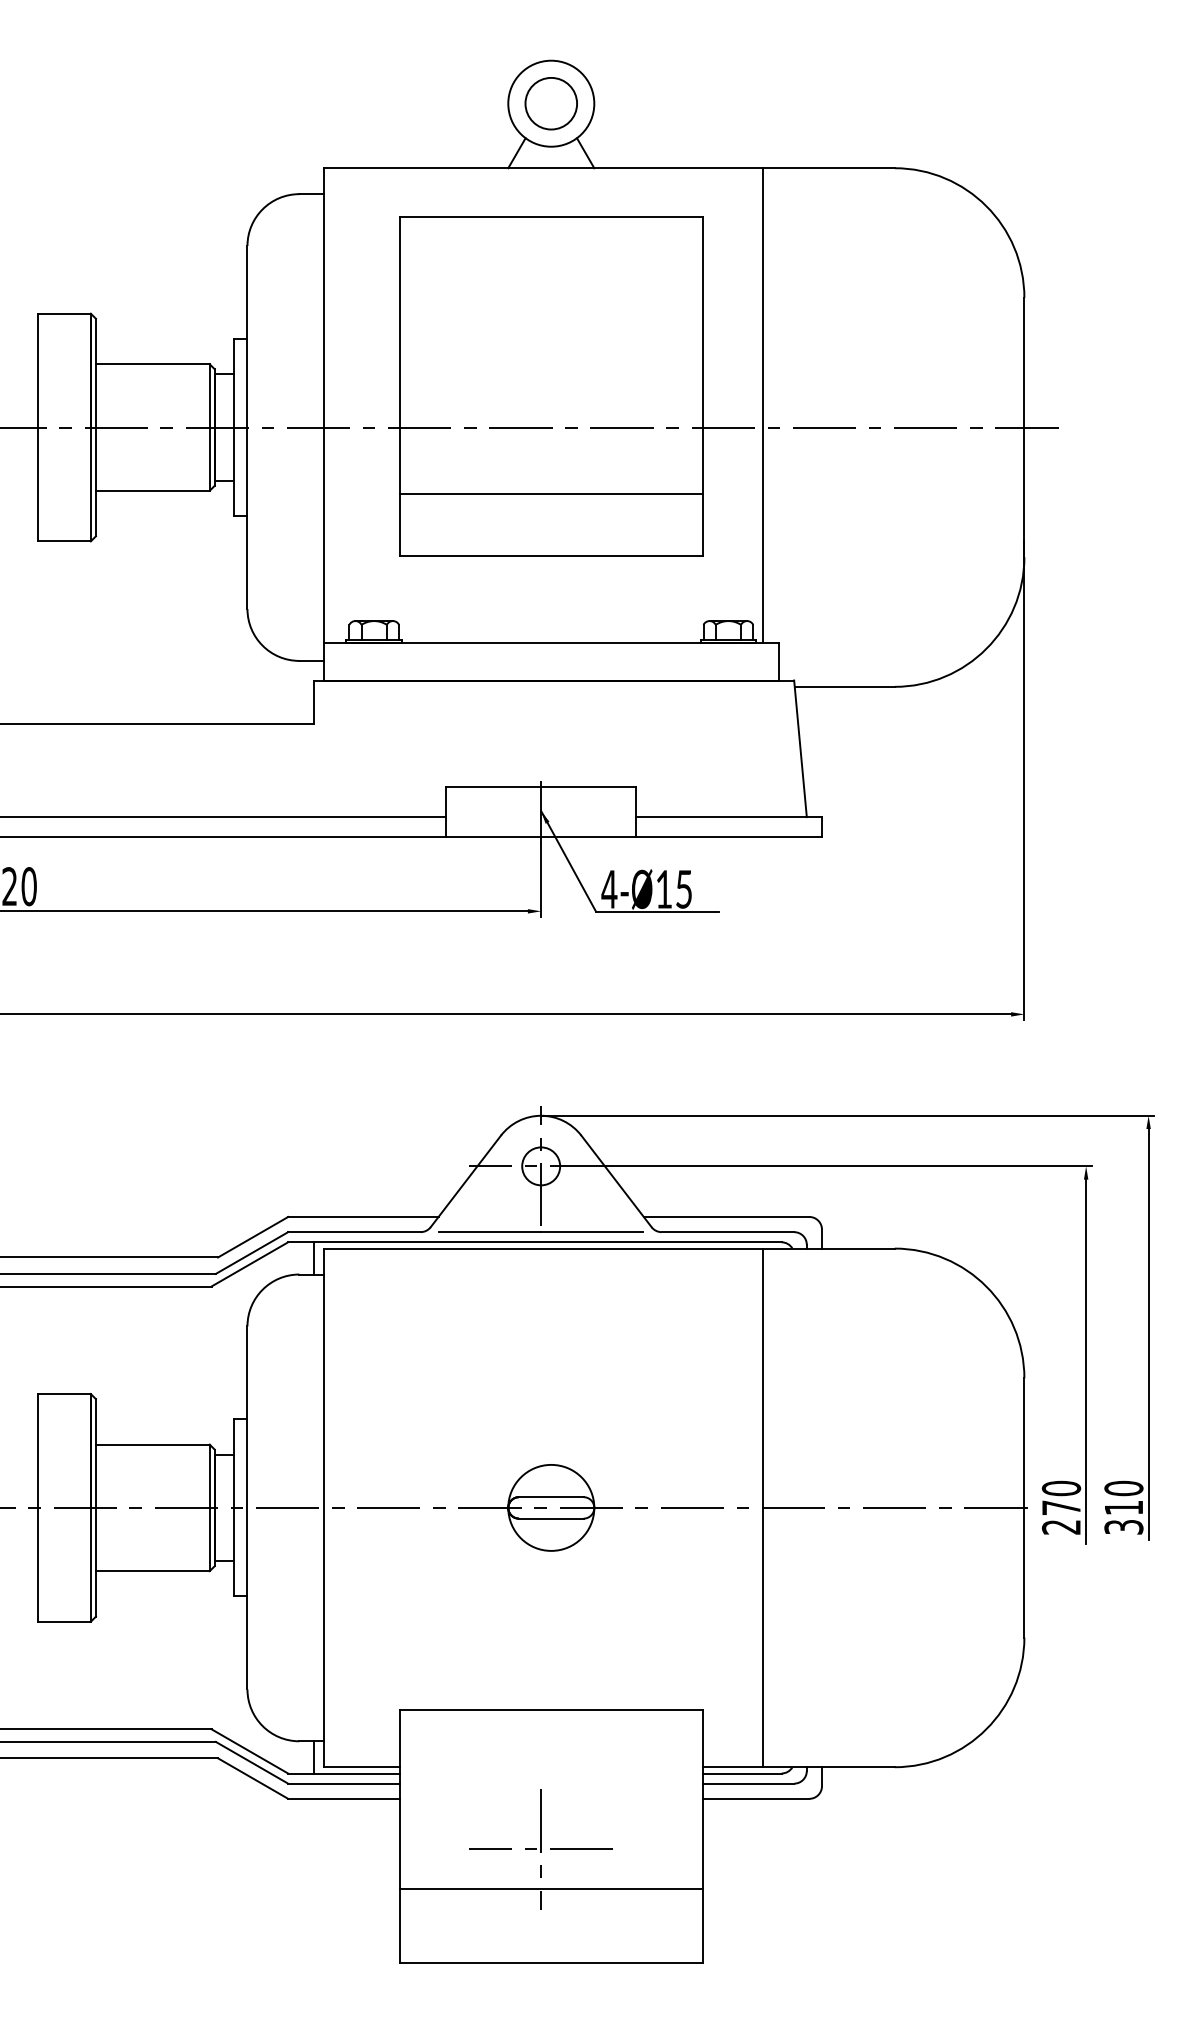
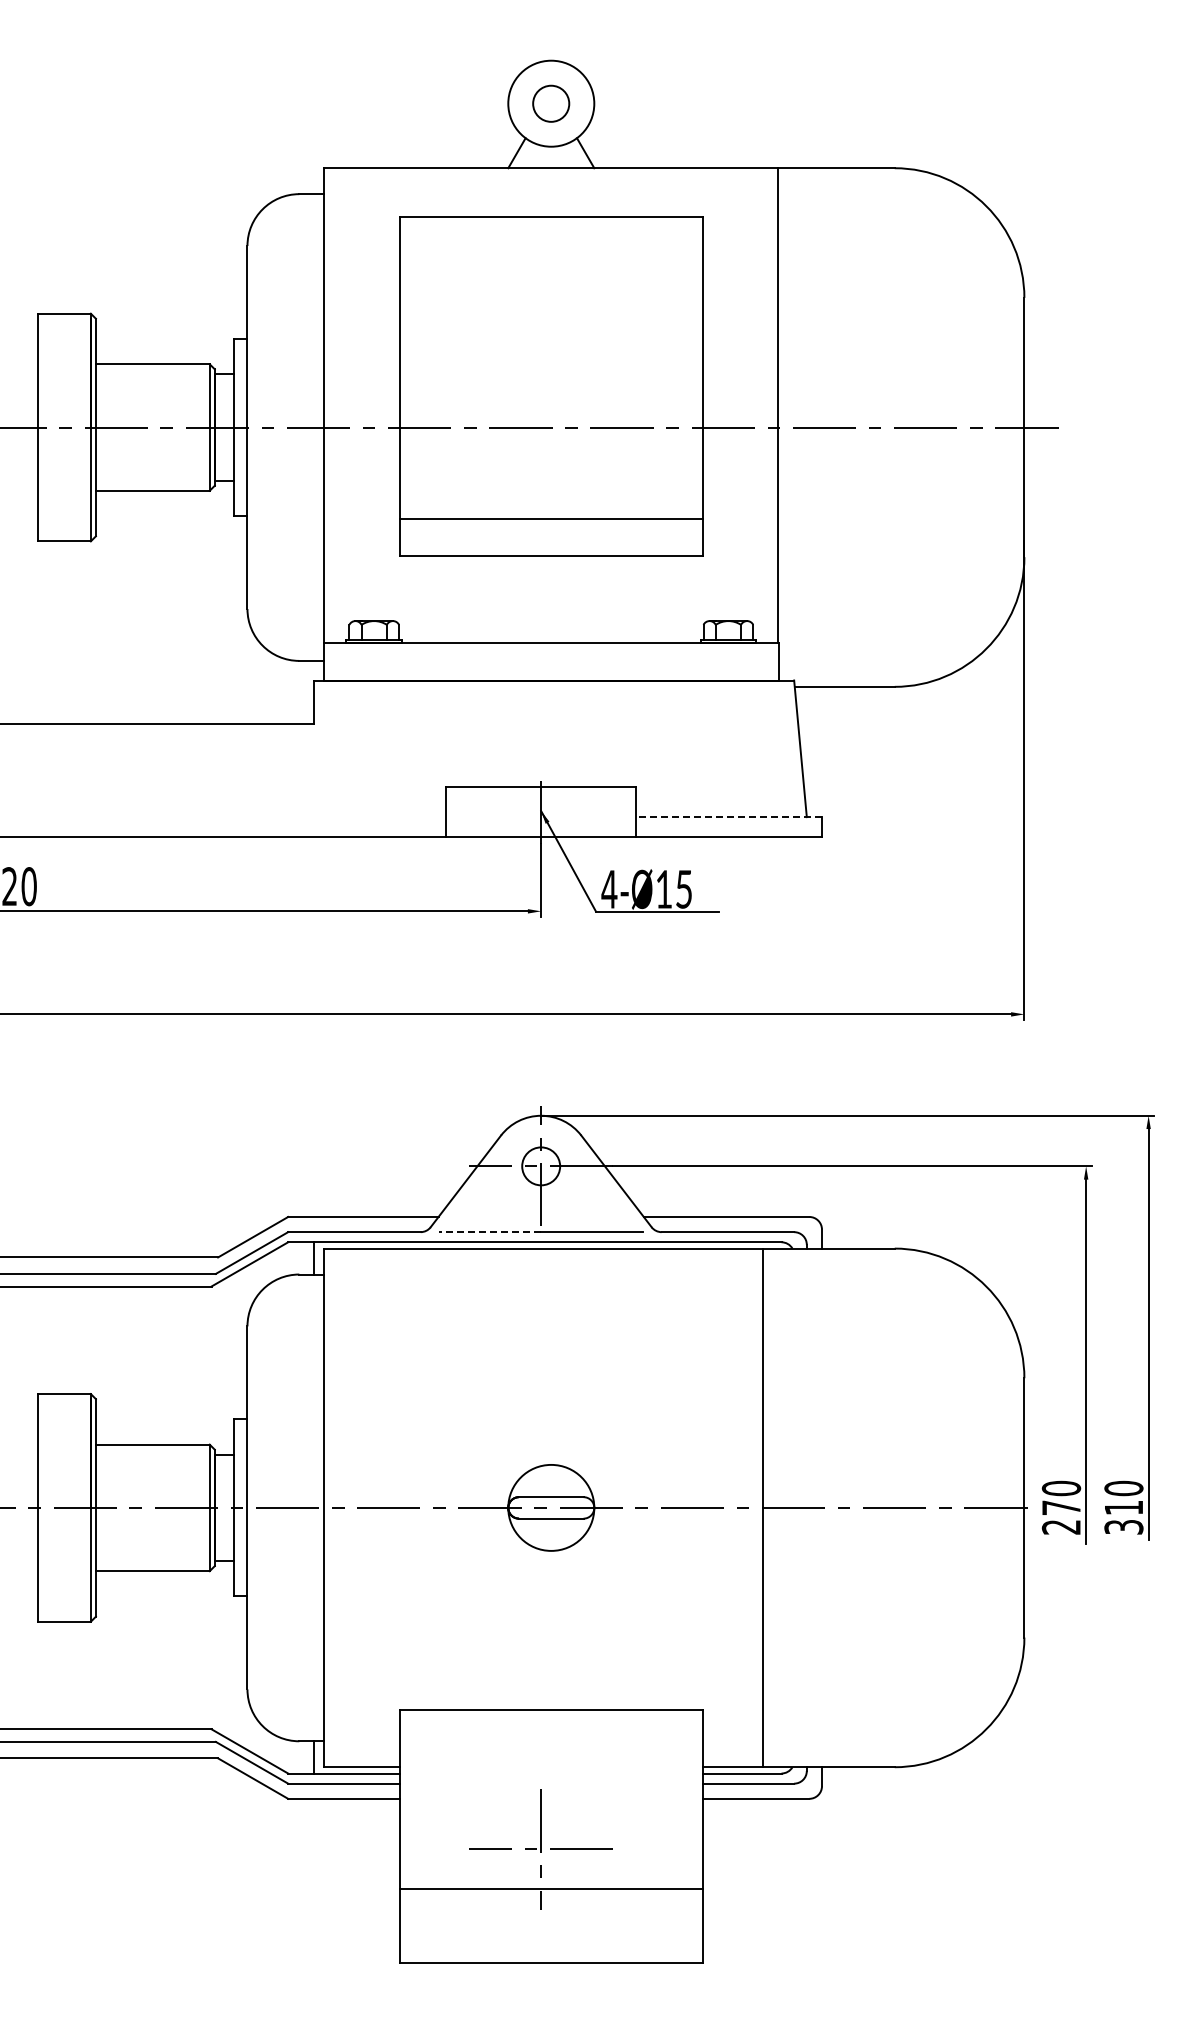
circle at (550, 103) size: 54x54 px -> 39x39 px
line at (762, 405) position: (762, 405) -> (777, 405)
line at (551, 494) position: (551, 494) -> (551, 519)
line at (224, 817): present -> none
line at (729, 817): solid -> dashed
line at (490, 1232): solid -> dashed
